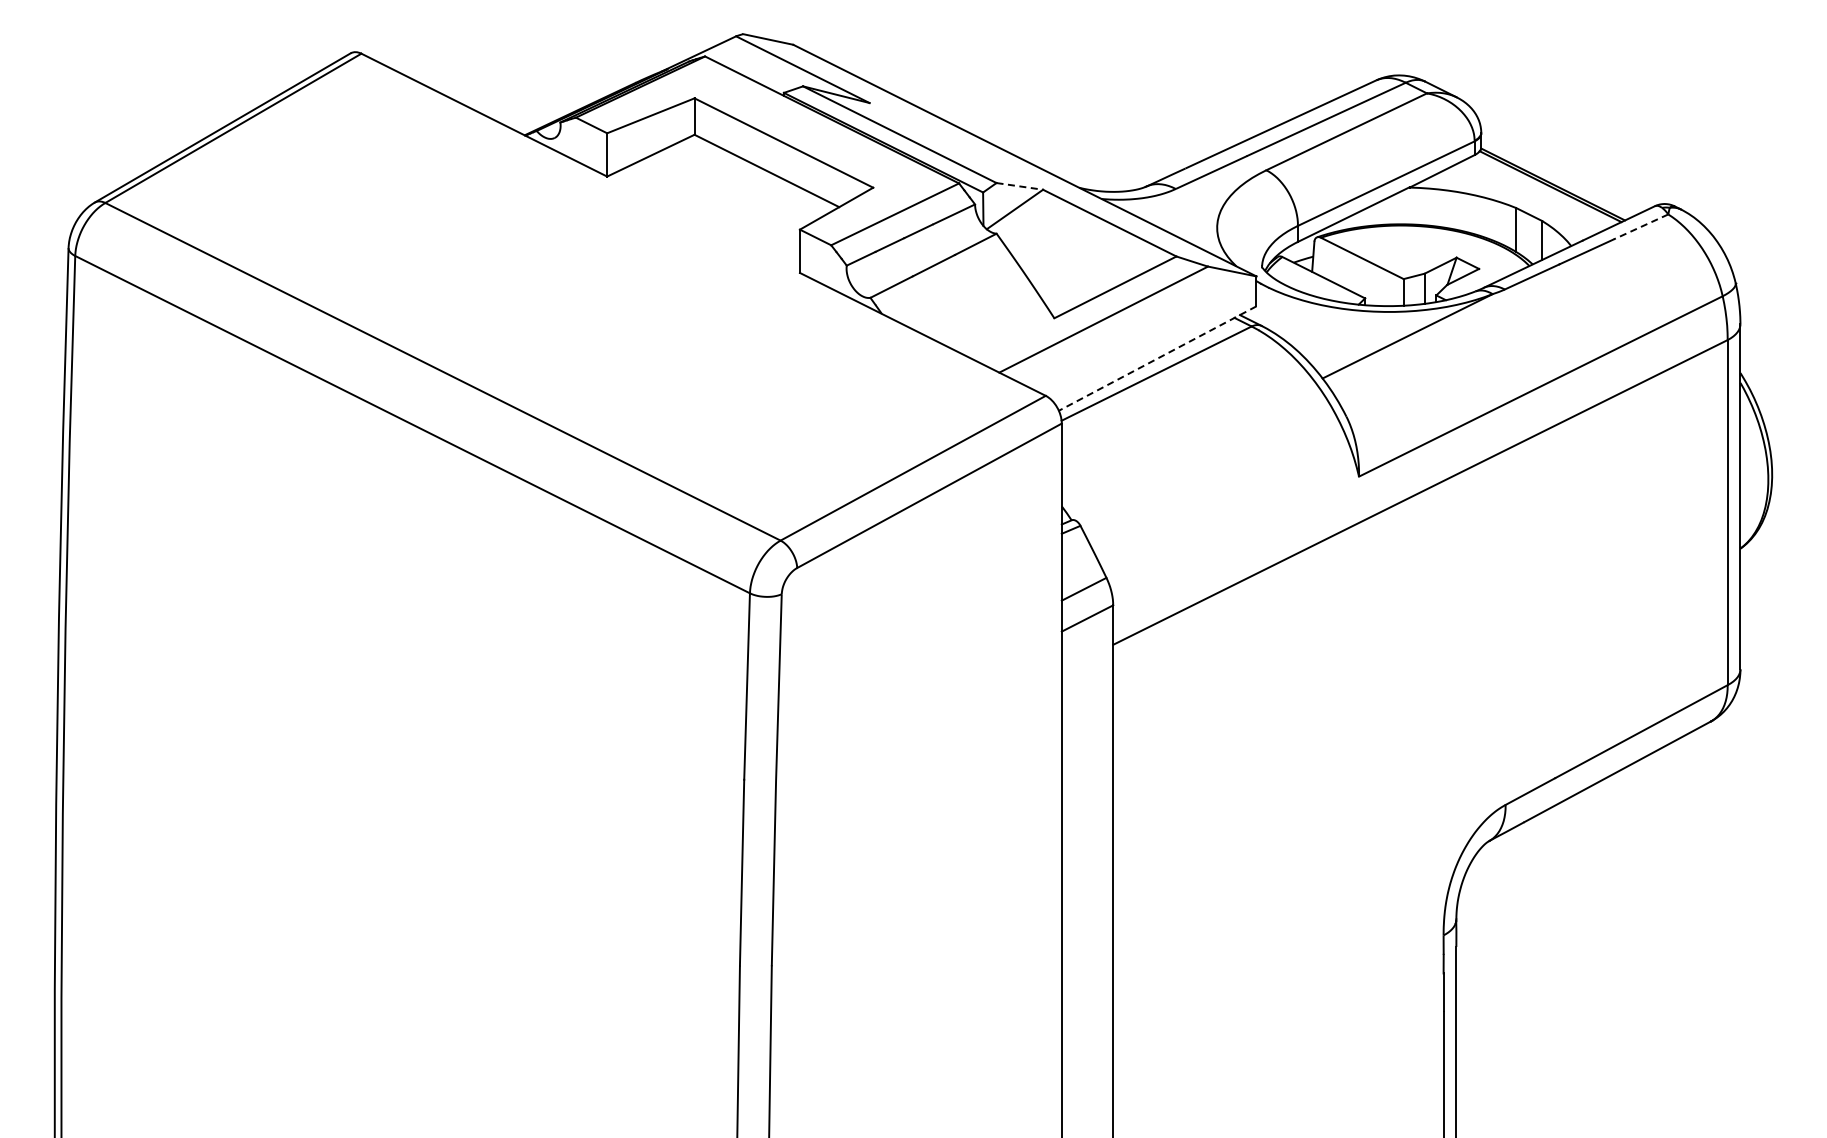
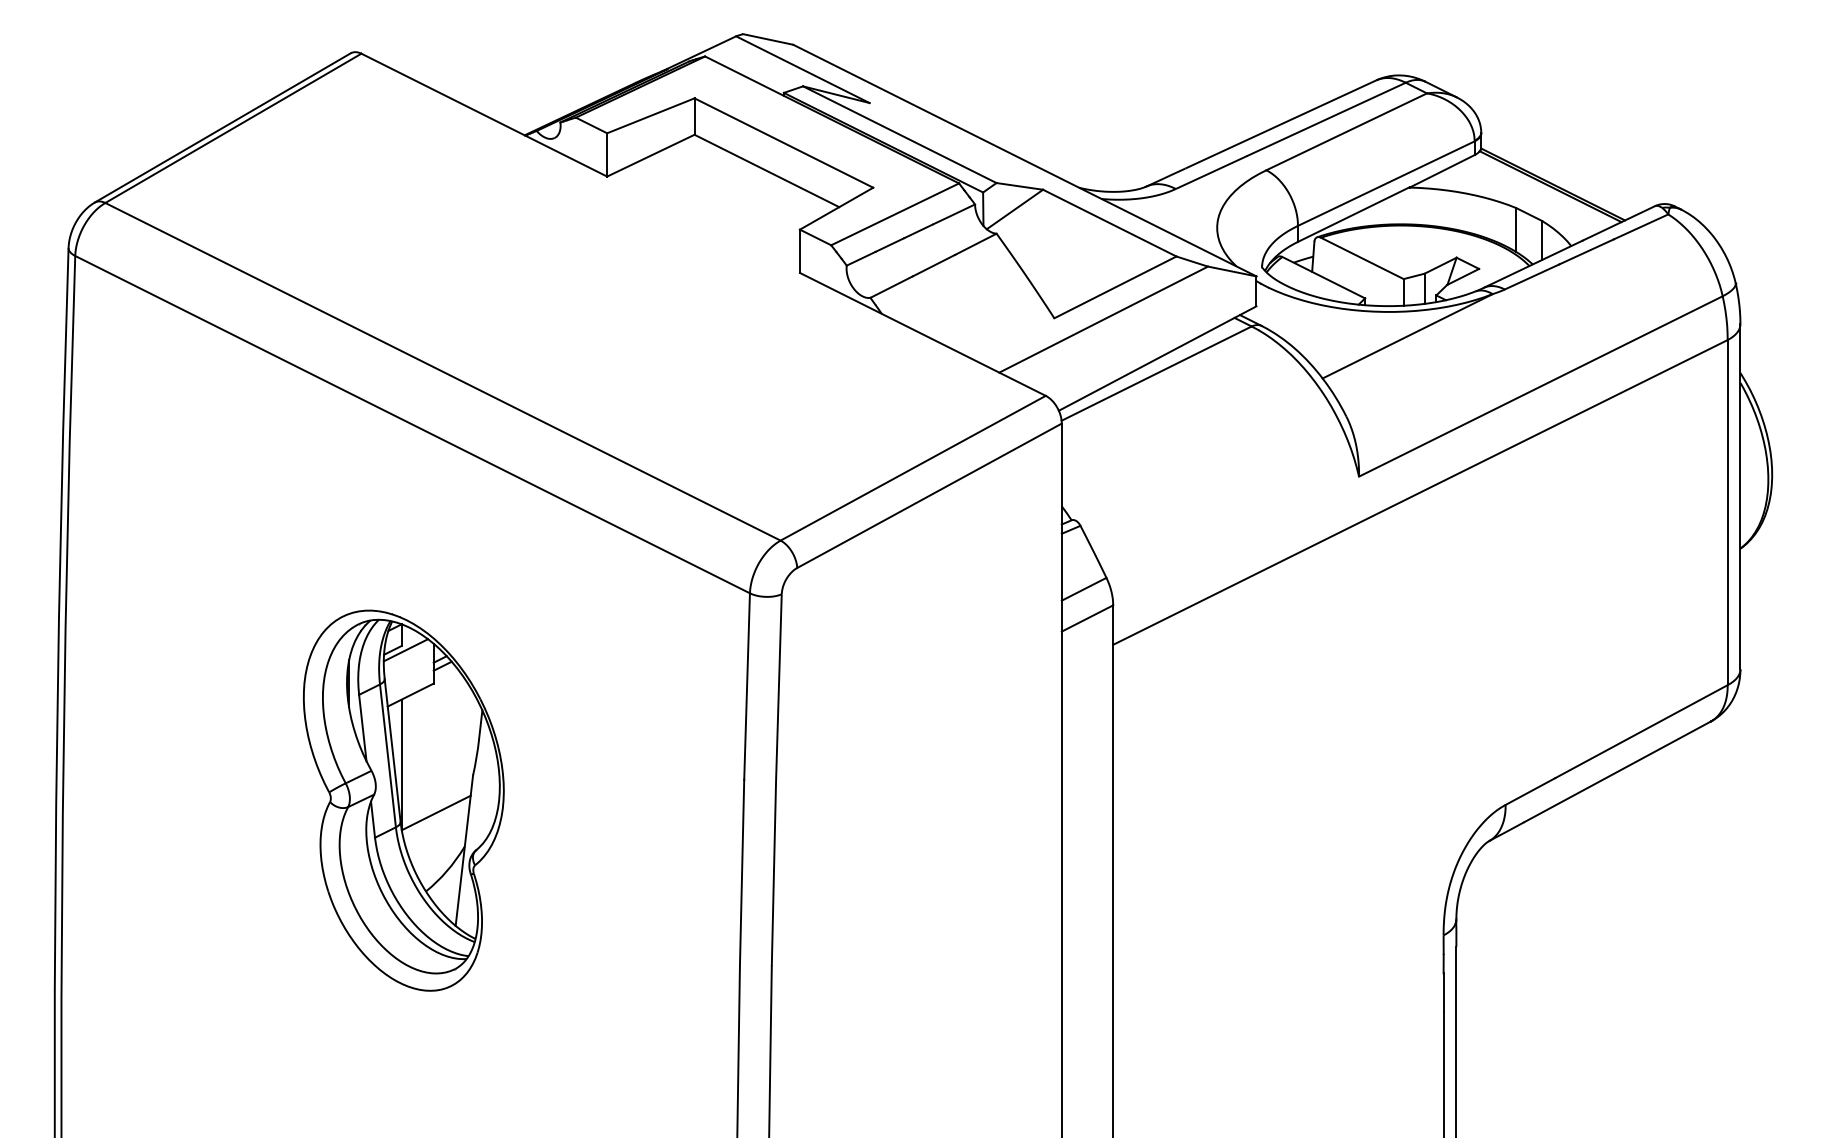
line at (1019, 186): dashed -> solid
line at (1641, 226): dashed -> solid
line at (1157, 358): dashed -> solid
part at (403, 800): none -> present
